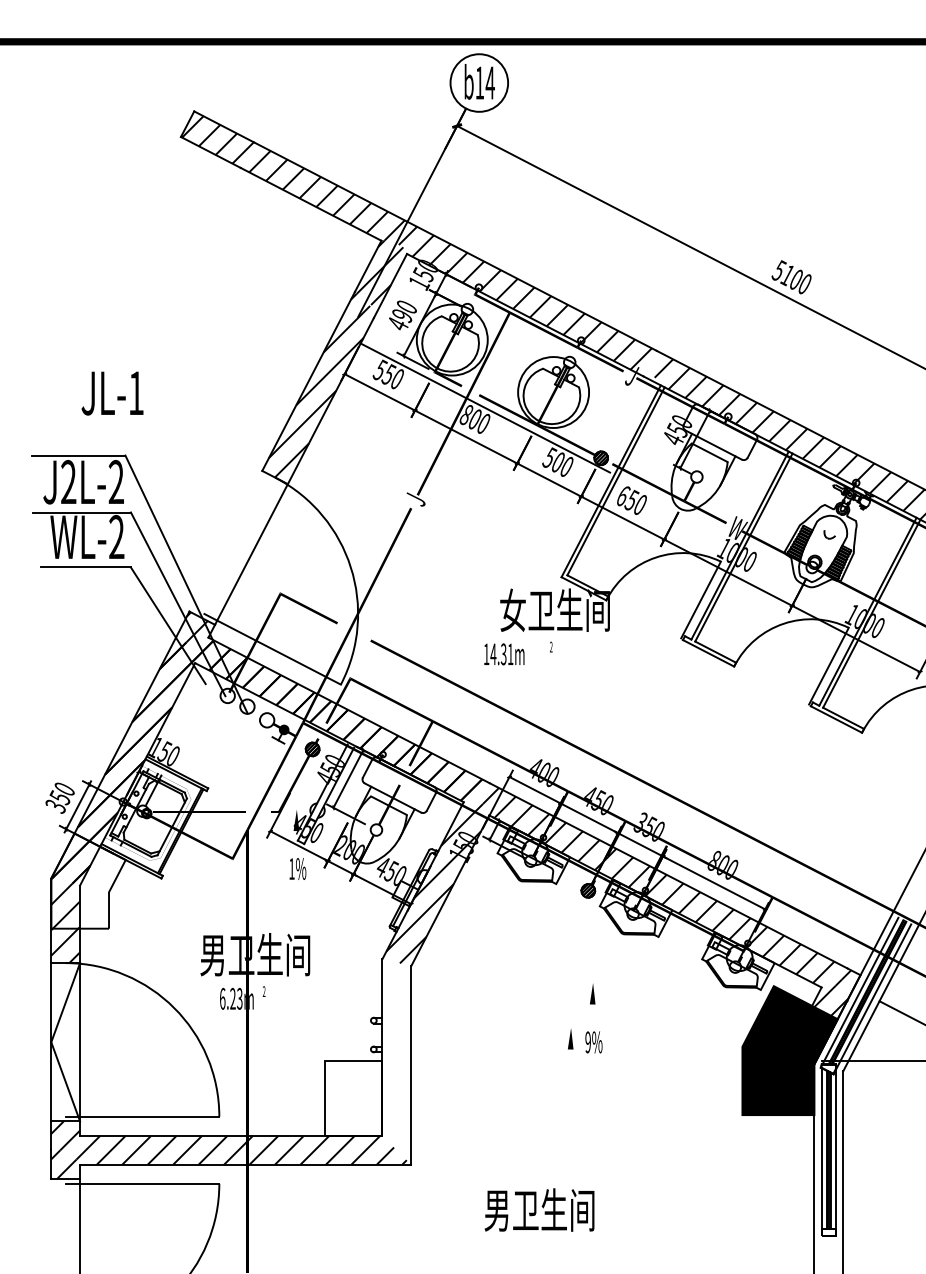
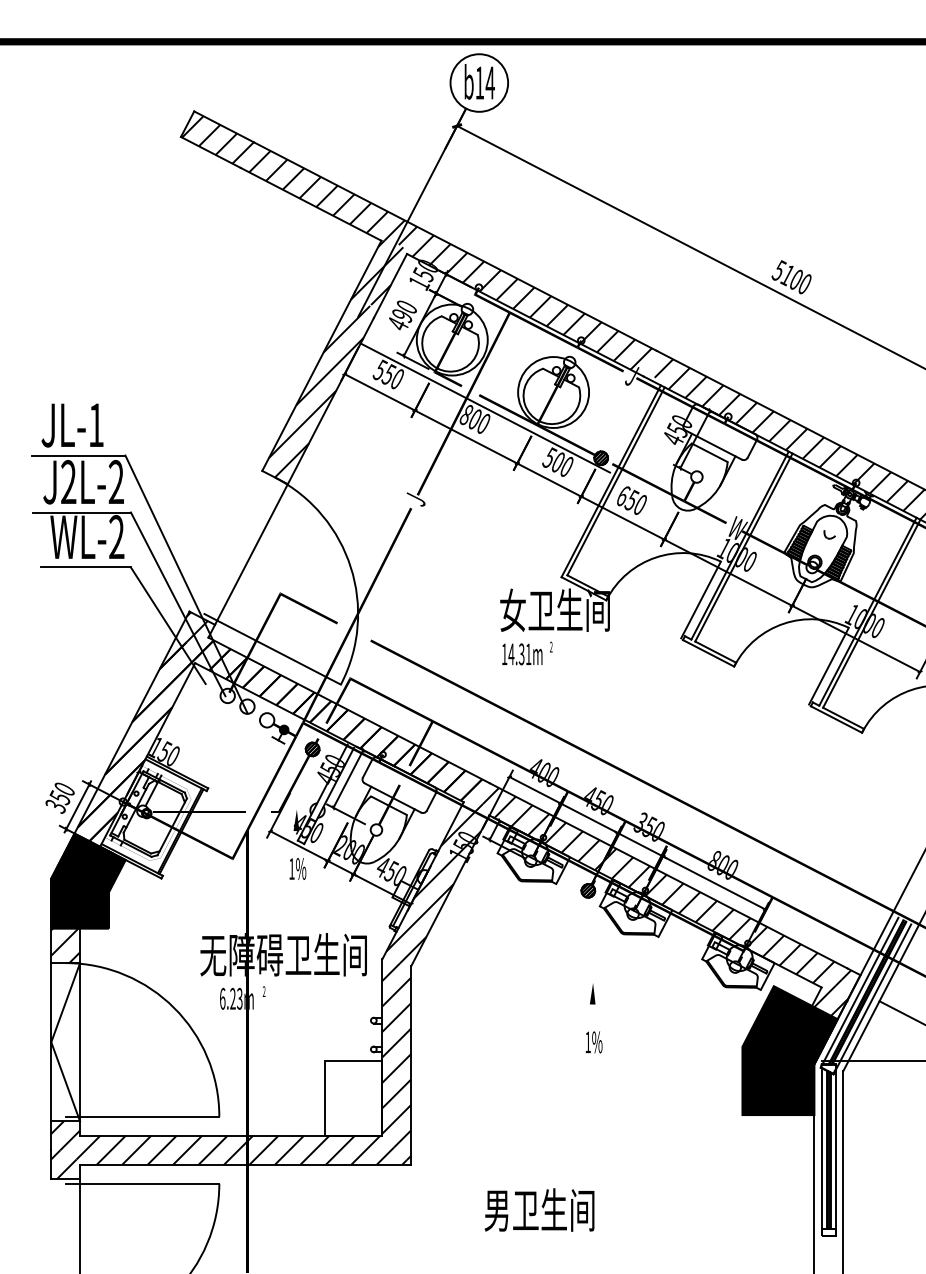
text at (112, 393) position: (112, 393) -> (72, 425)
text at (504, 654) position: (504, 654) -> (522, 654)
fill at (88, 880): none -> present
text at (283, 954): 男卫生间 -> 无障碍卫生间
line at (570, 1038): present -> none
text at (587, 1042): 9%%% -> 1%%%
hatch at (396, 1061): none -> present
